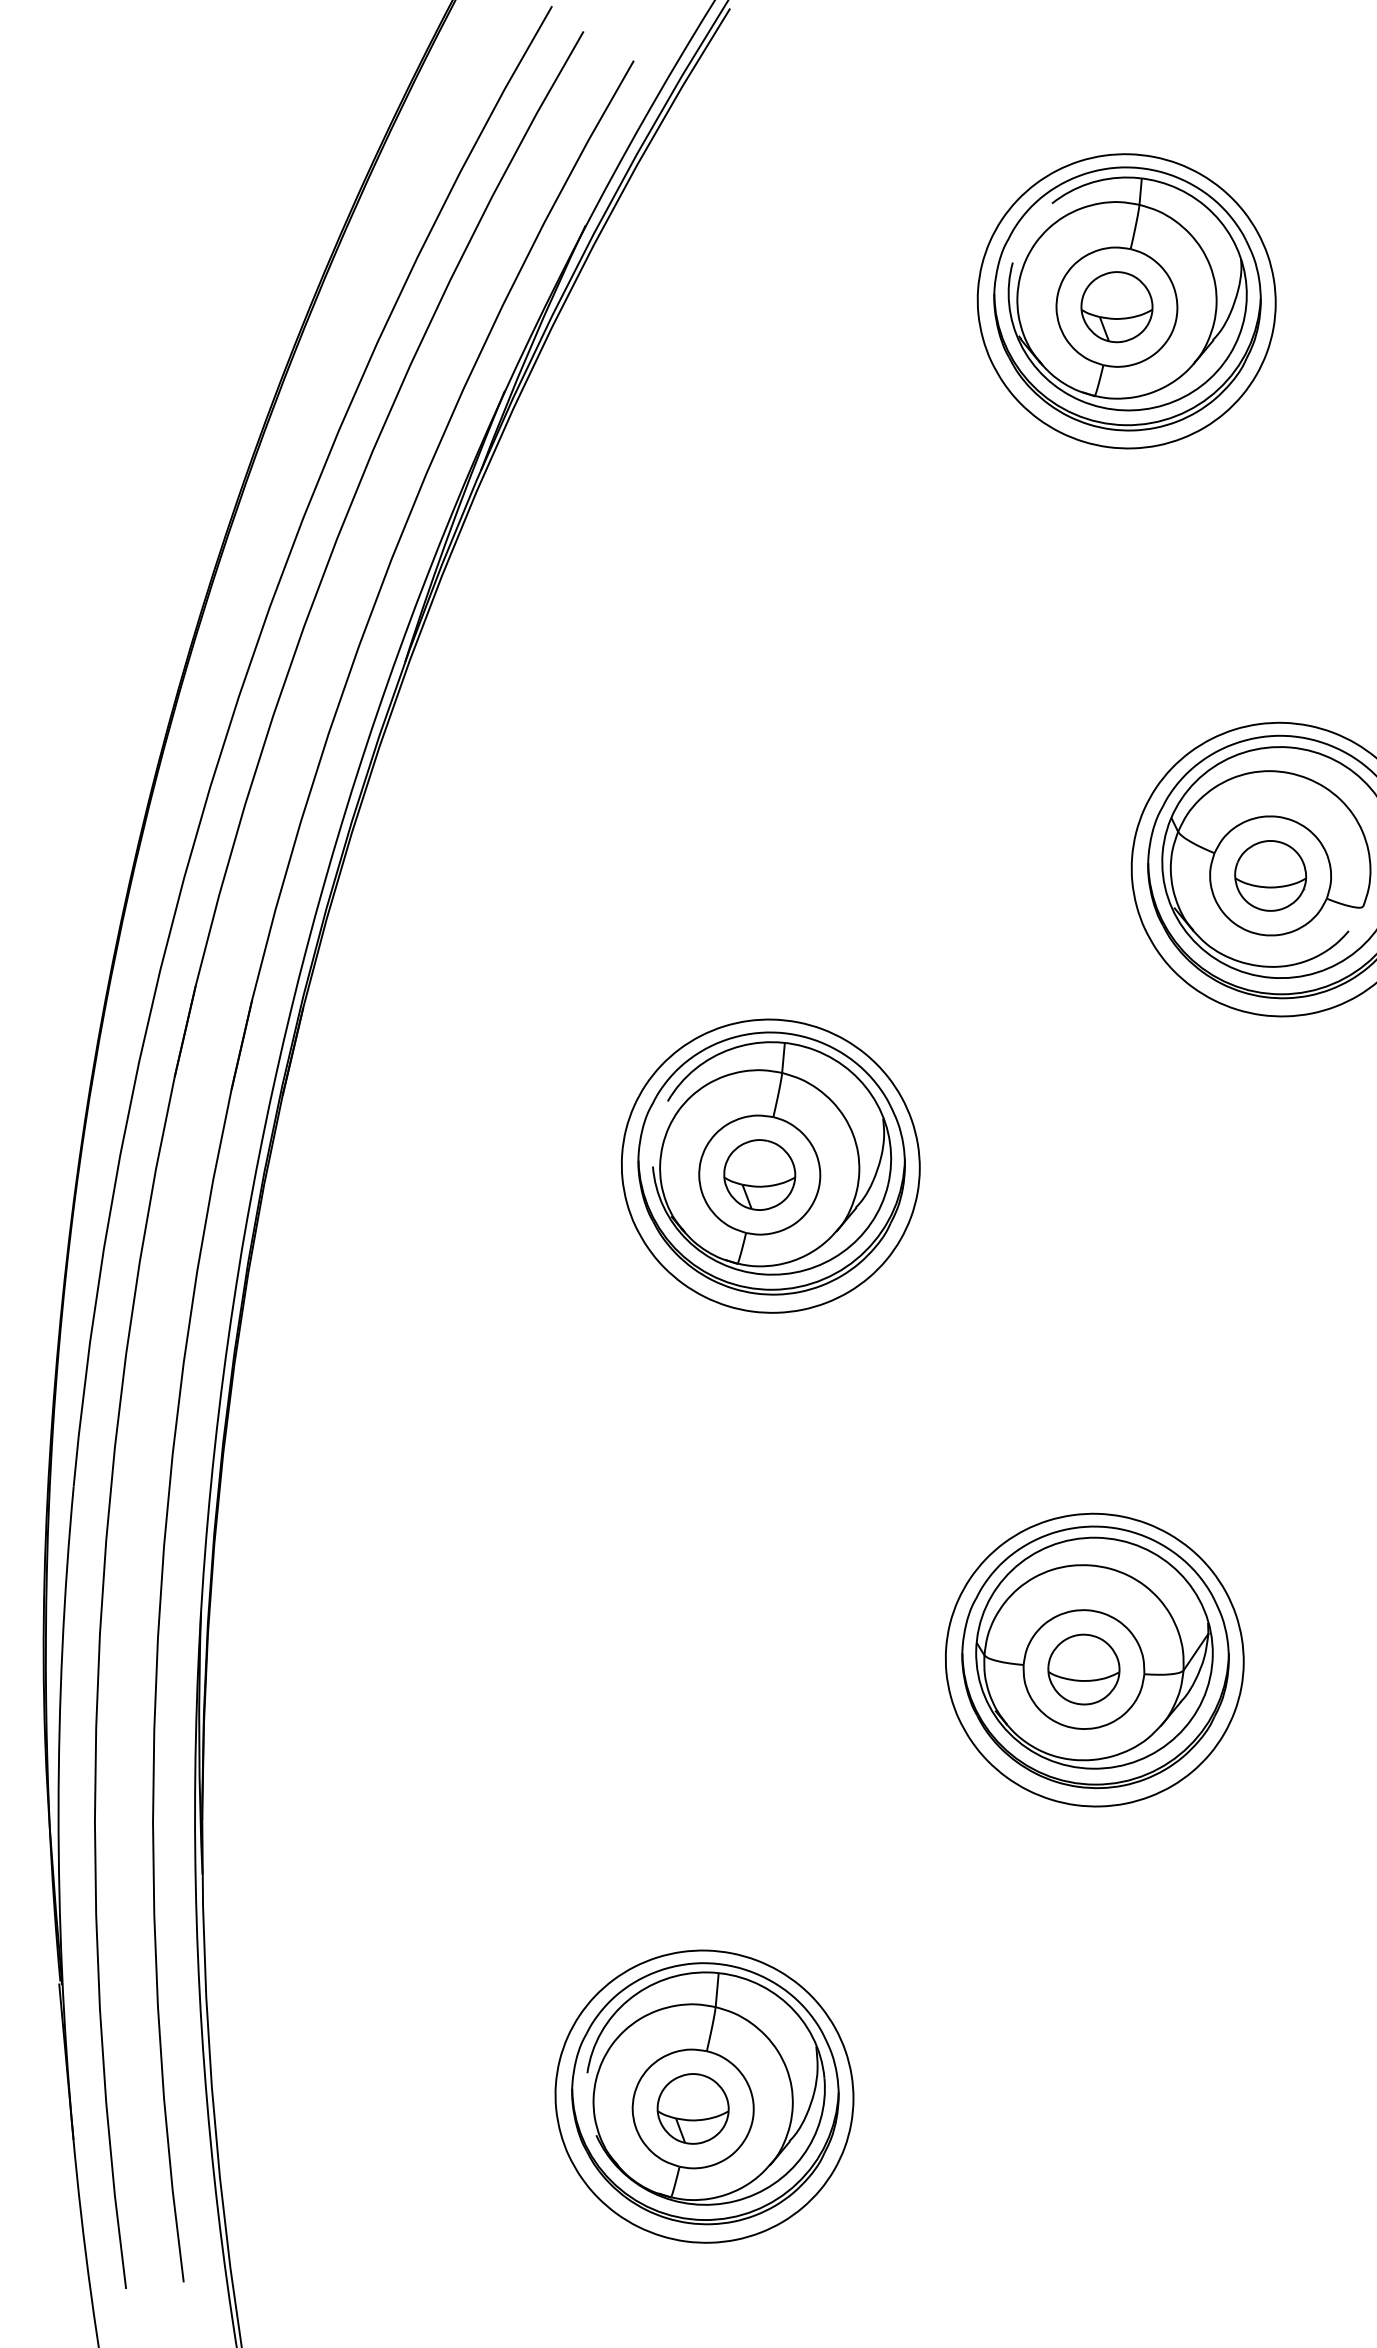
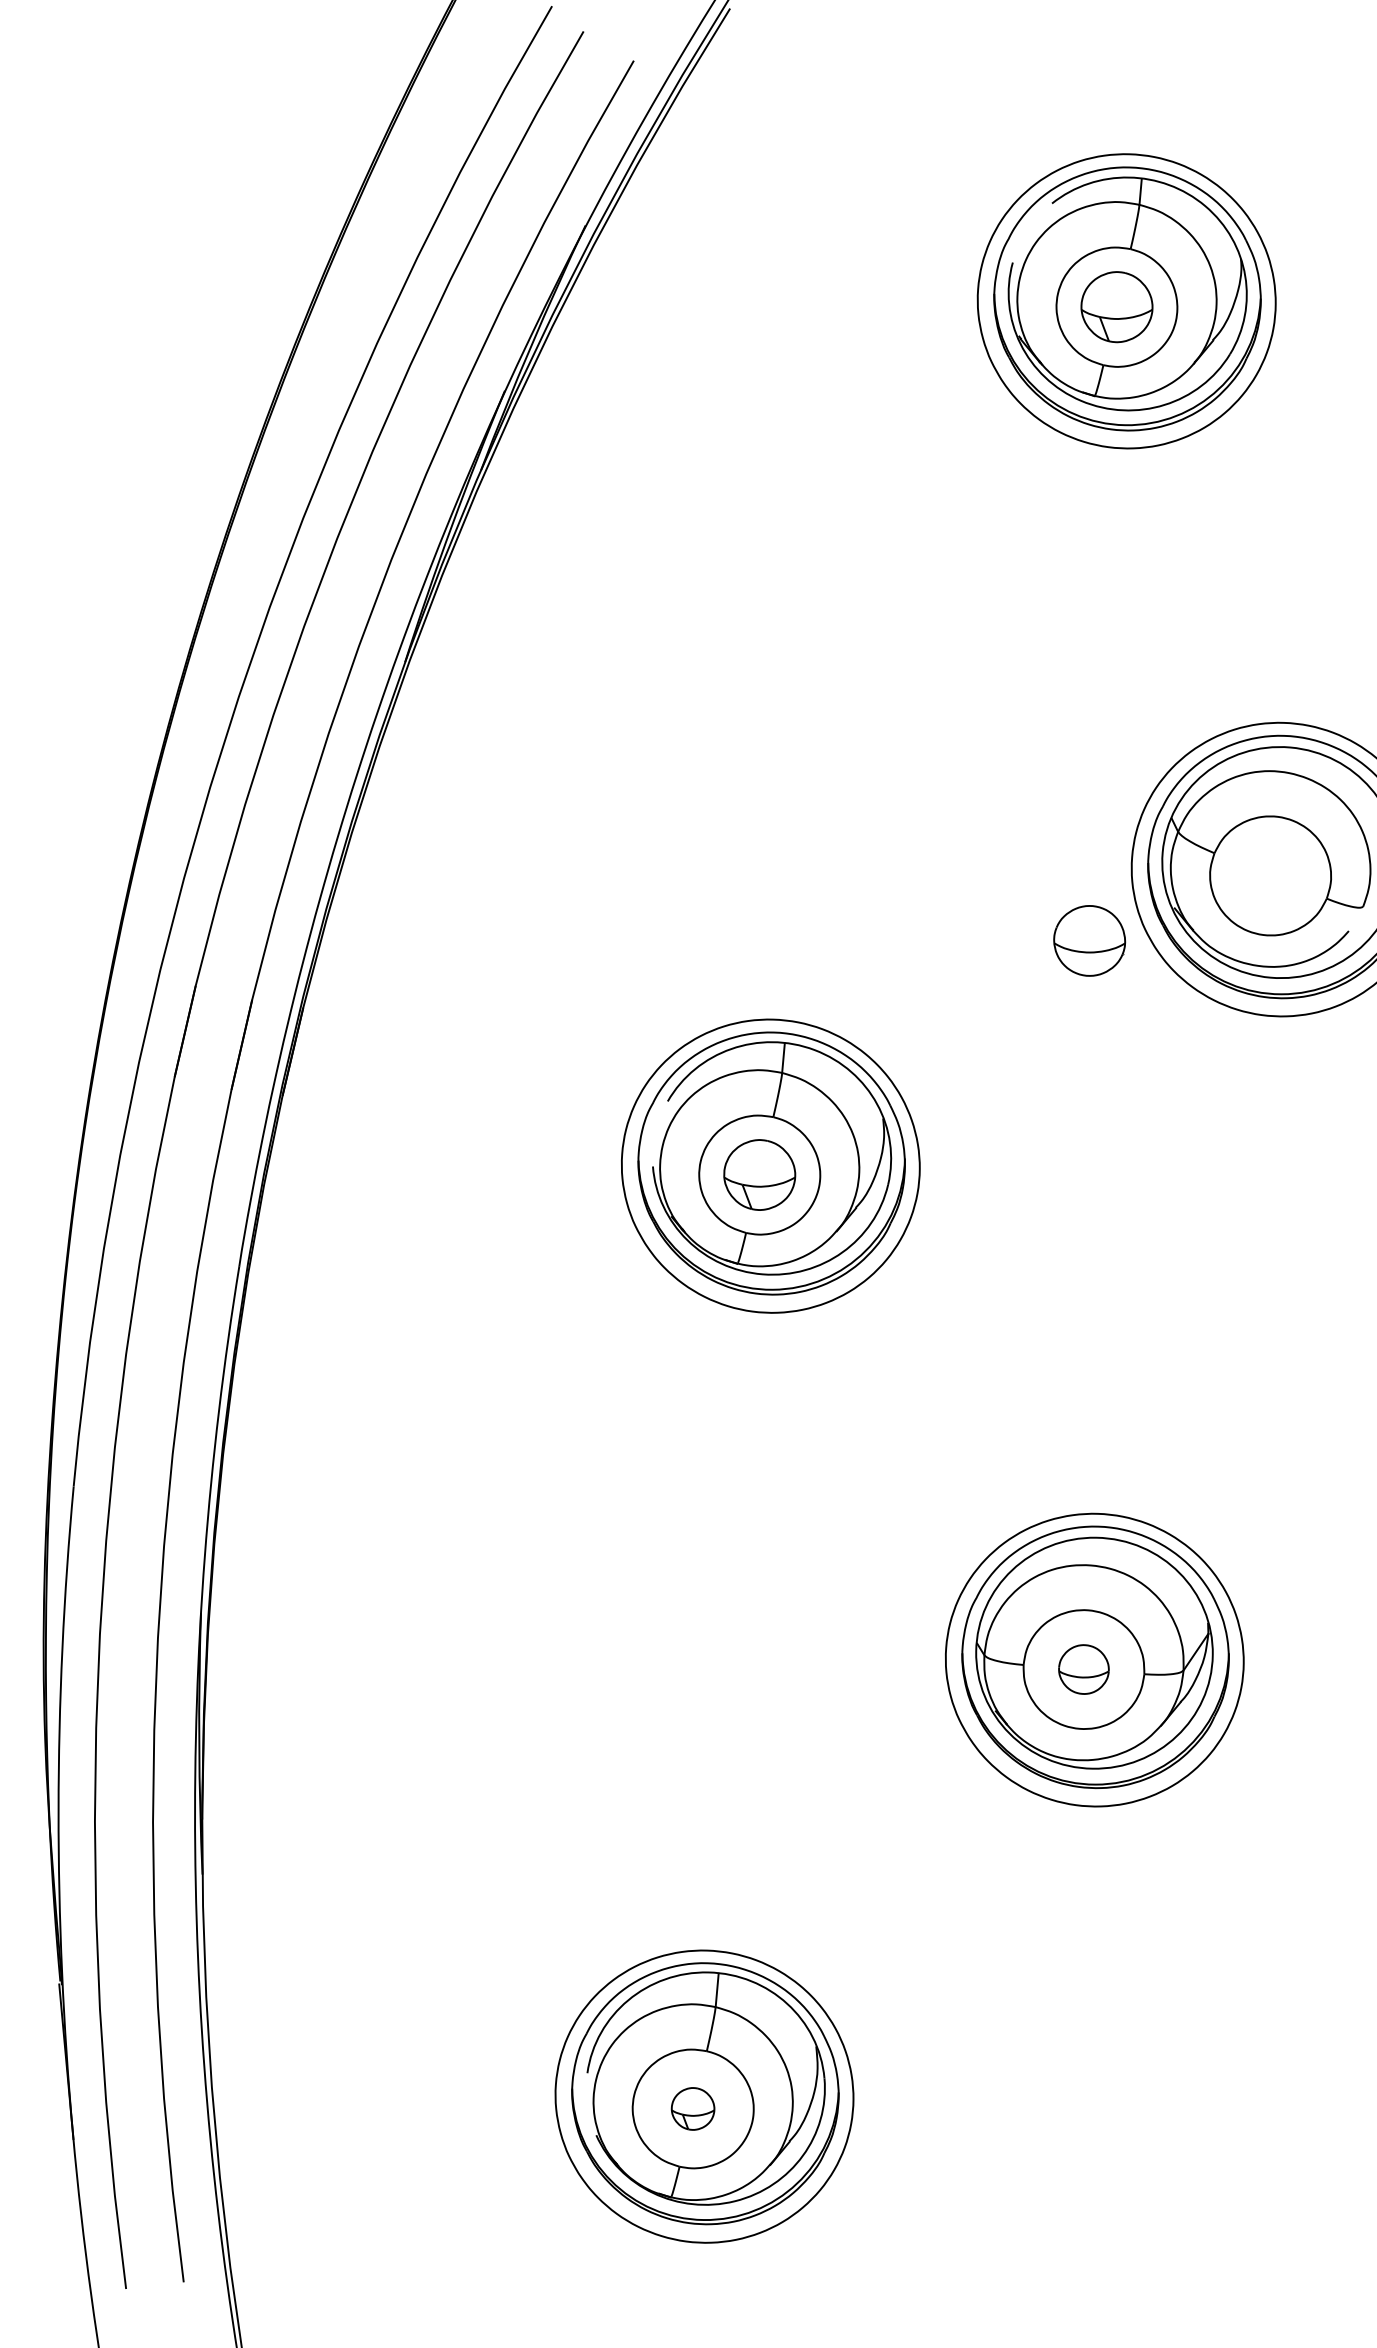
part at (1270, 875) position: (1270, 875) -> (1089, 940)
part at (1083, 1669) size: 74x73 px -> 52x51 px
part at (692, 2108) size: 74x72 px -> 46x44 px
